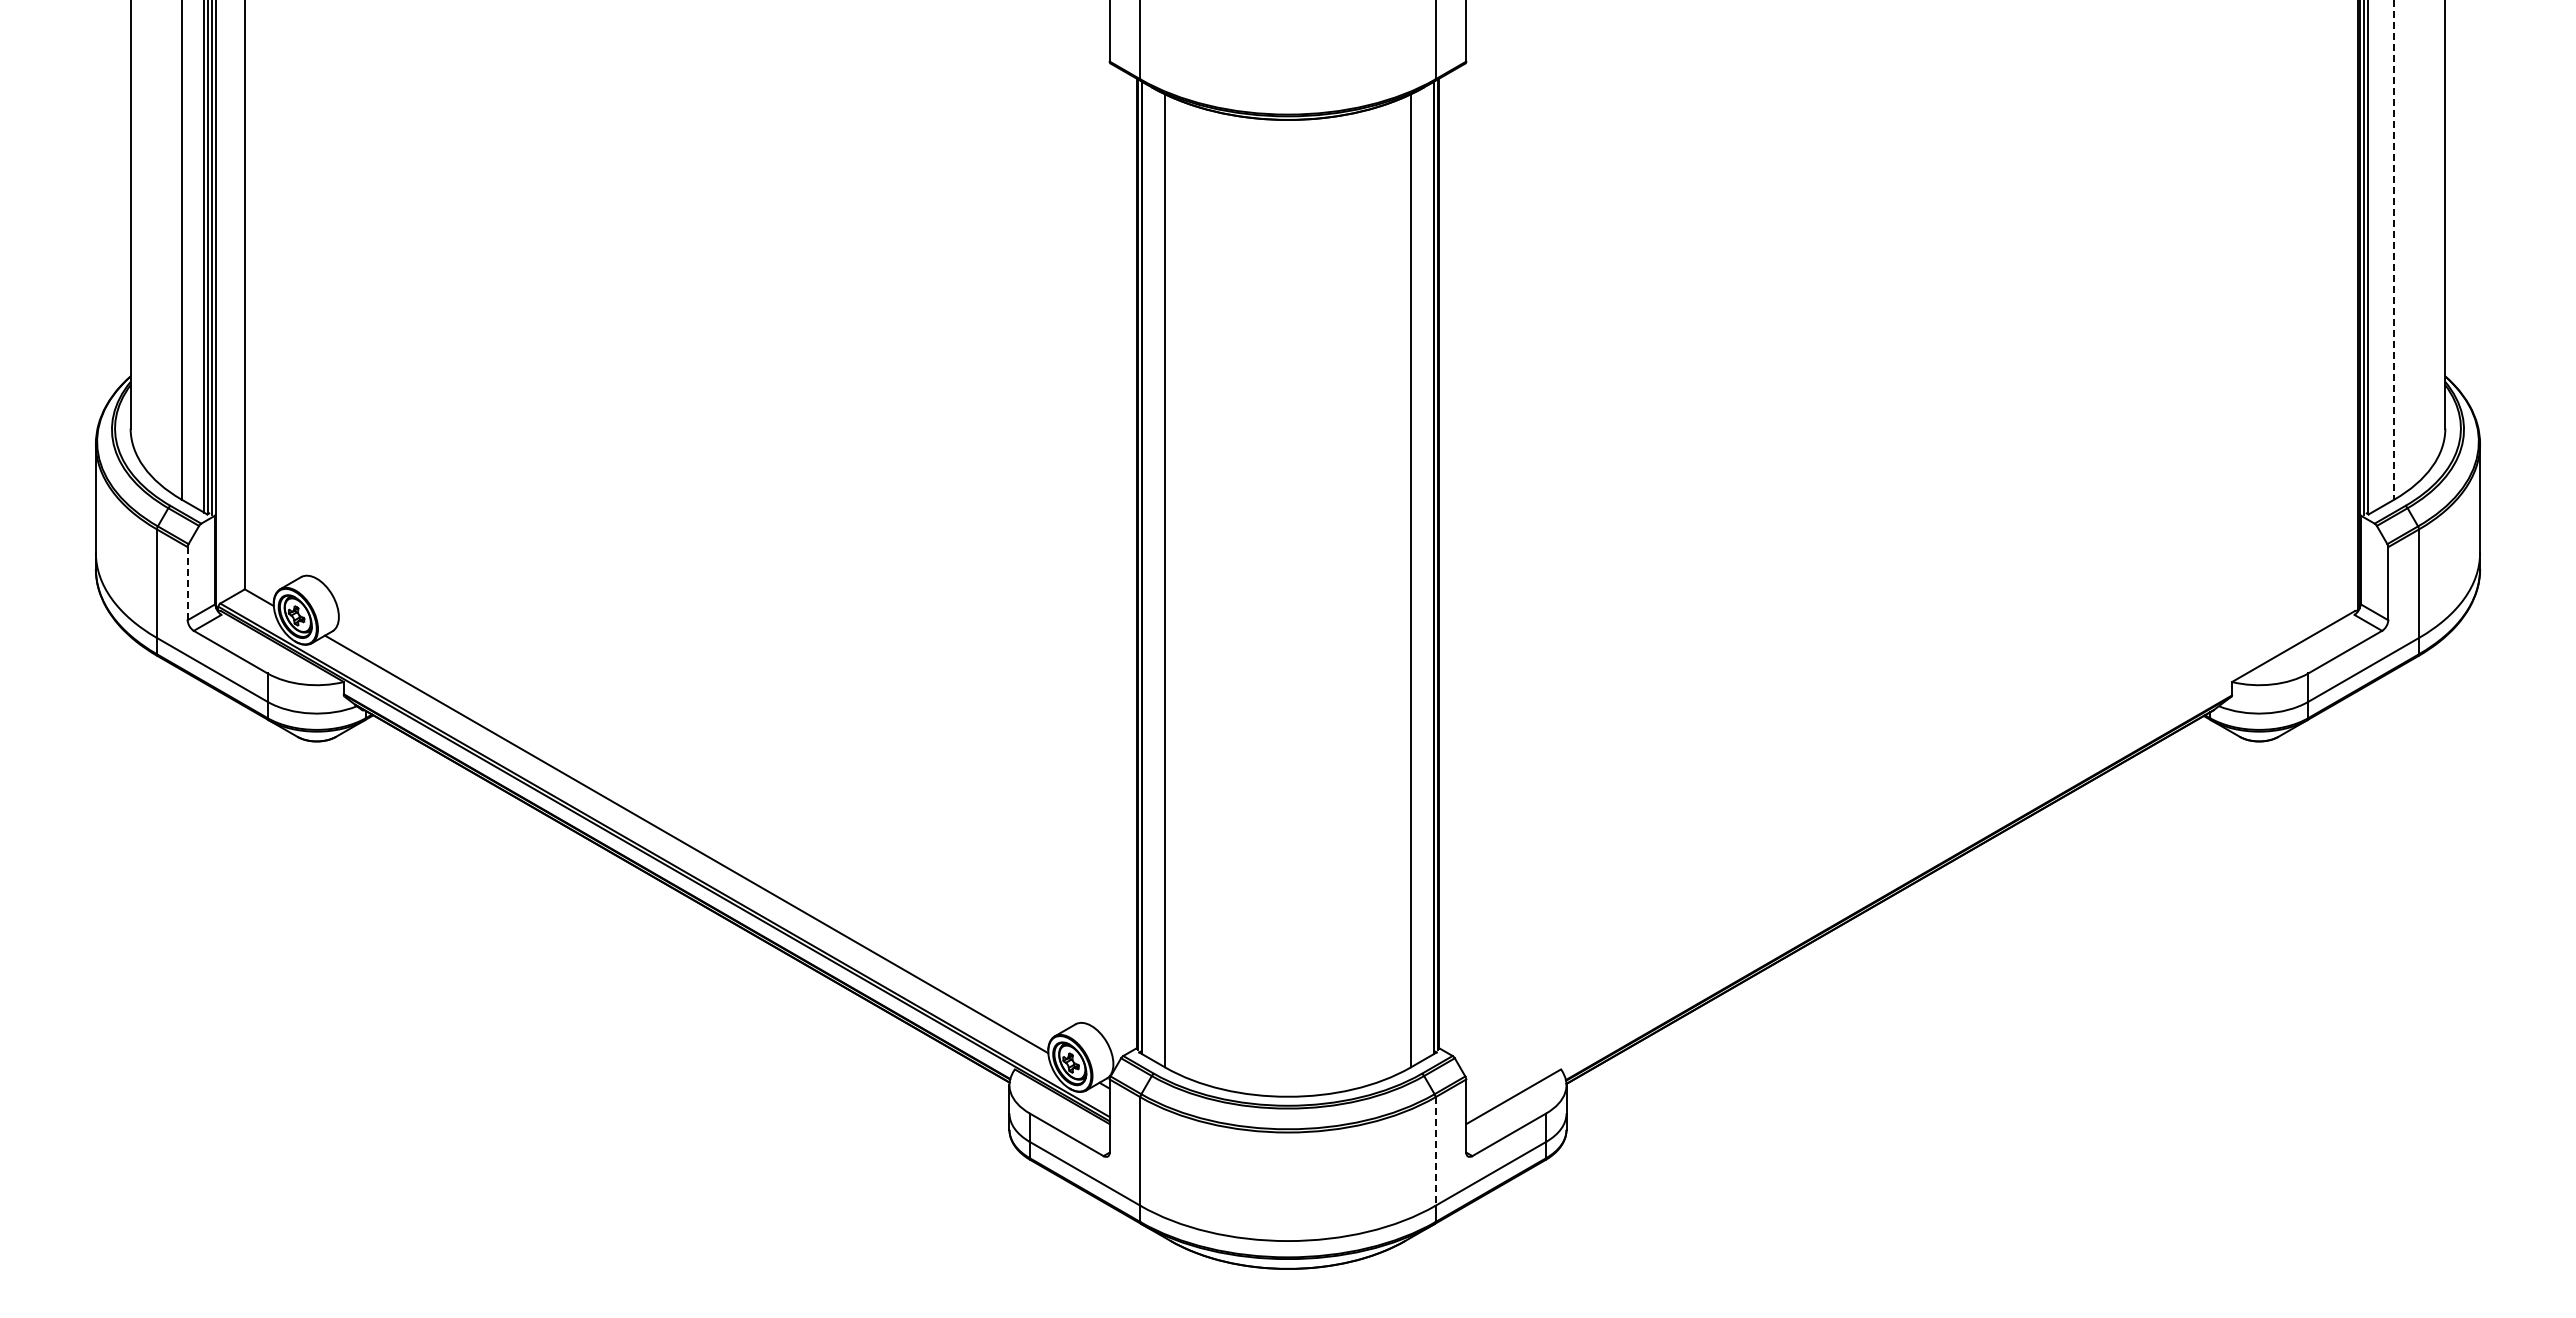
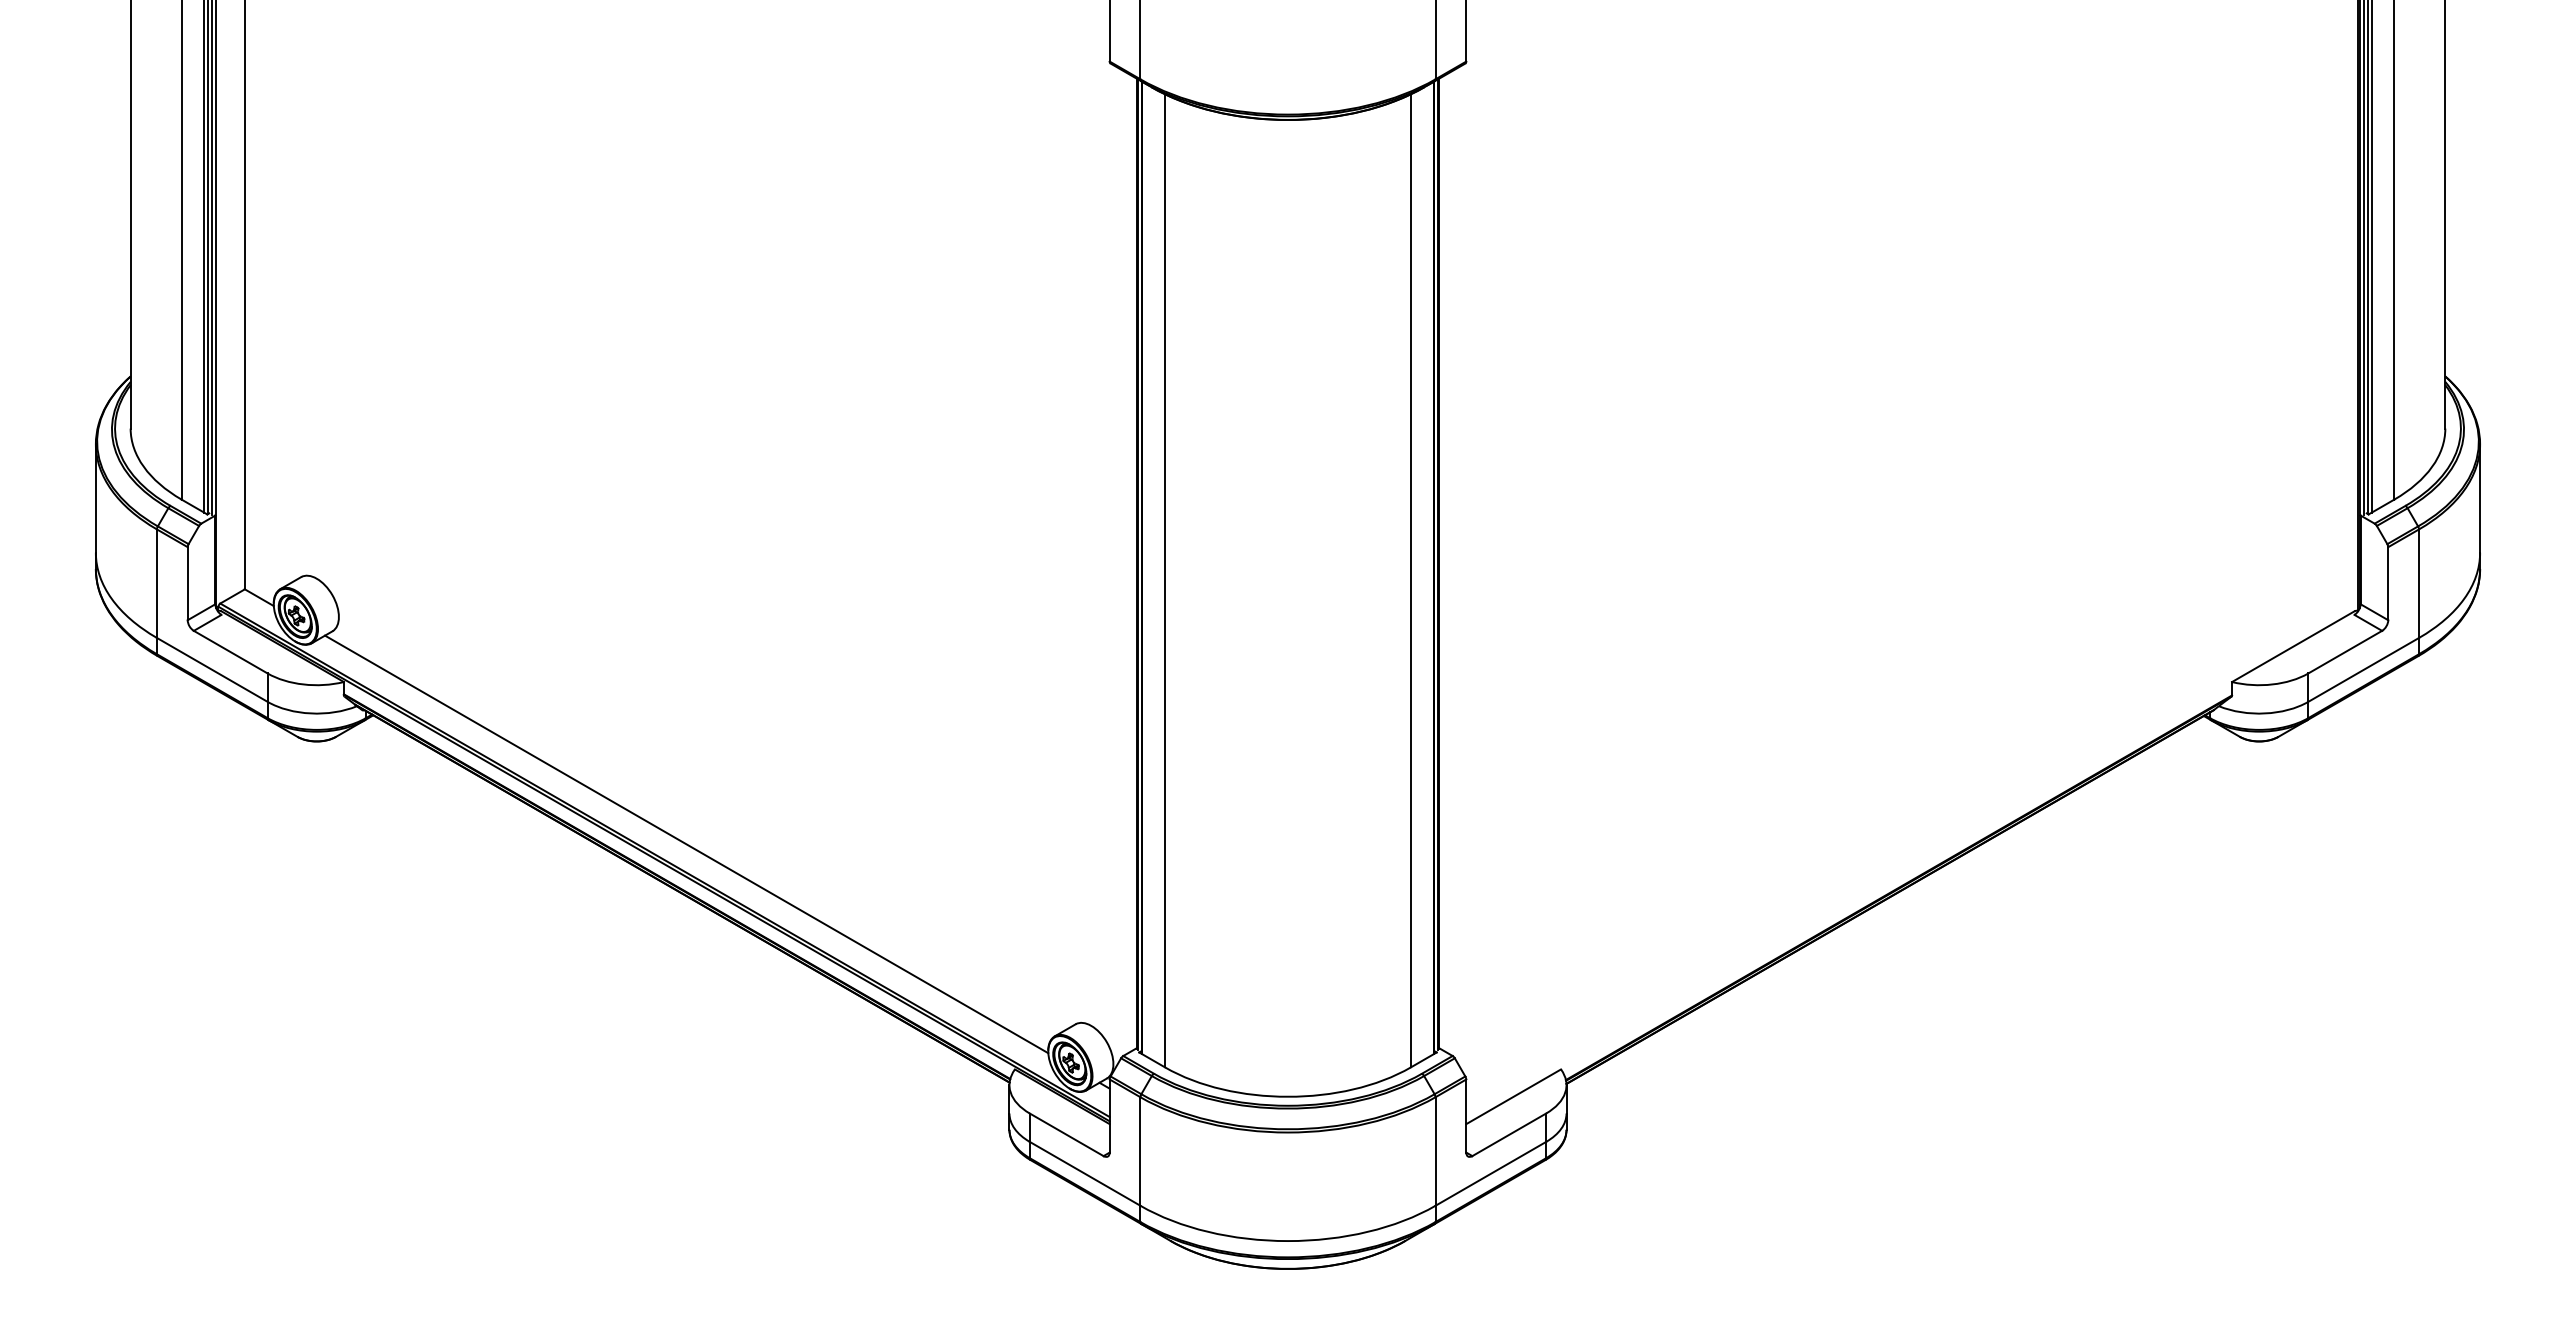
line at (2394, 250): dashed -> solid
line at (2371, 257): none -> present
line at (187, 583): dashed -> solid
line at (1435, 1152): dashed -> solid
